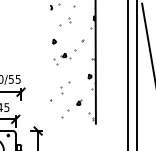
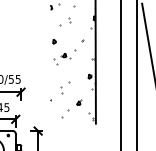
line at (127, 74) position: (127, 74) -> (120, 74)
